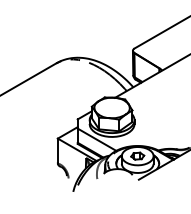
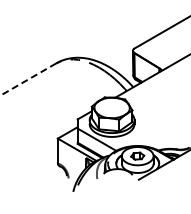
line at (27, 79): solid -> dashed
